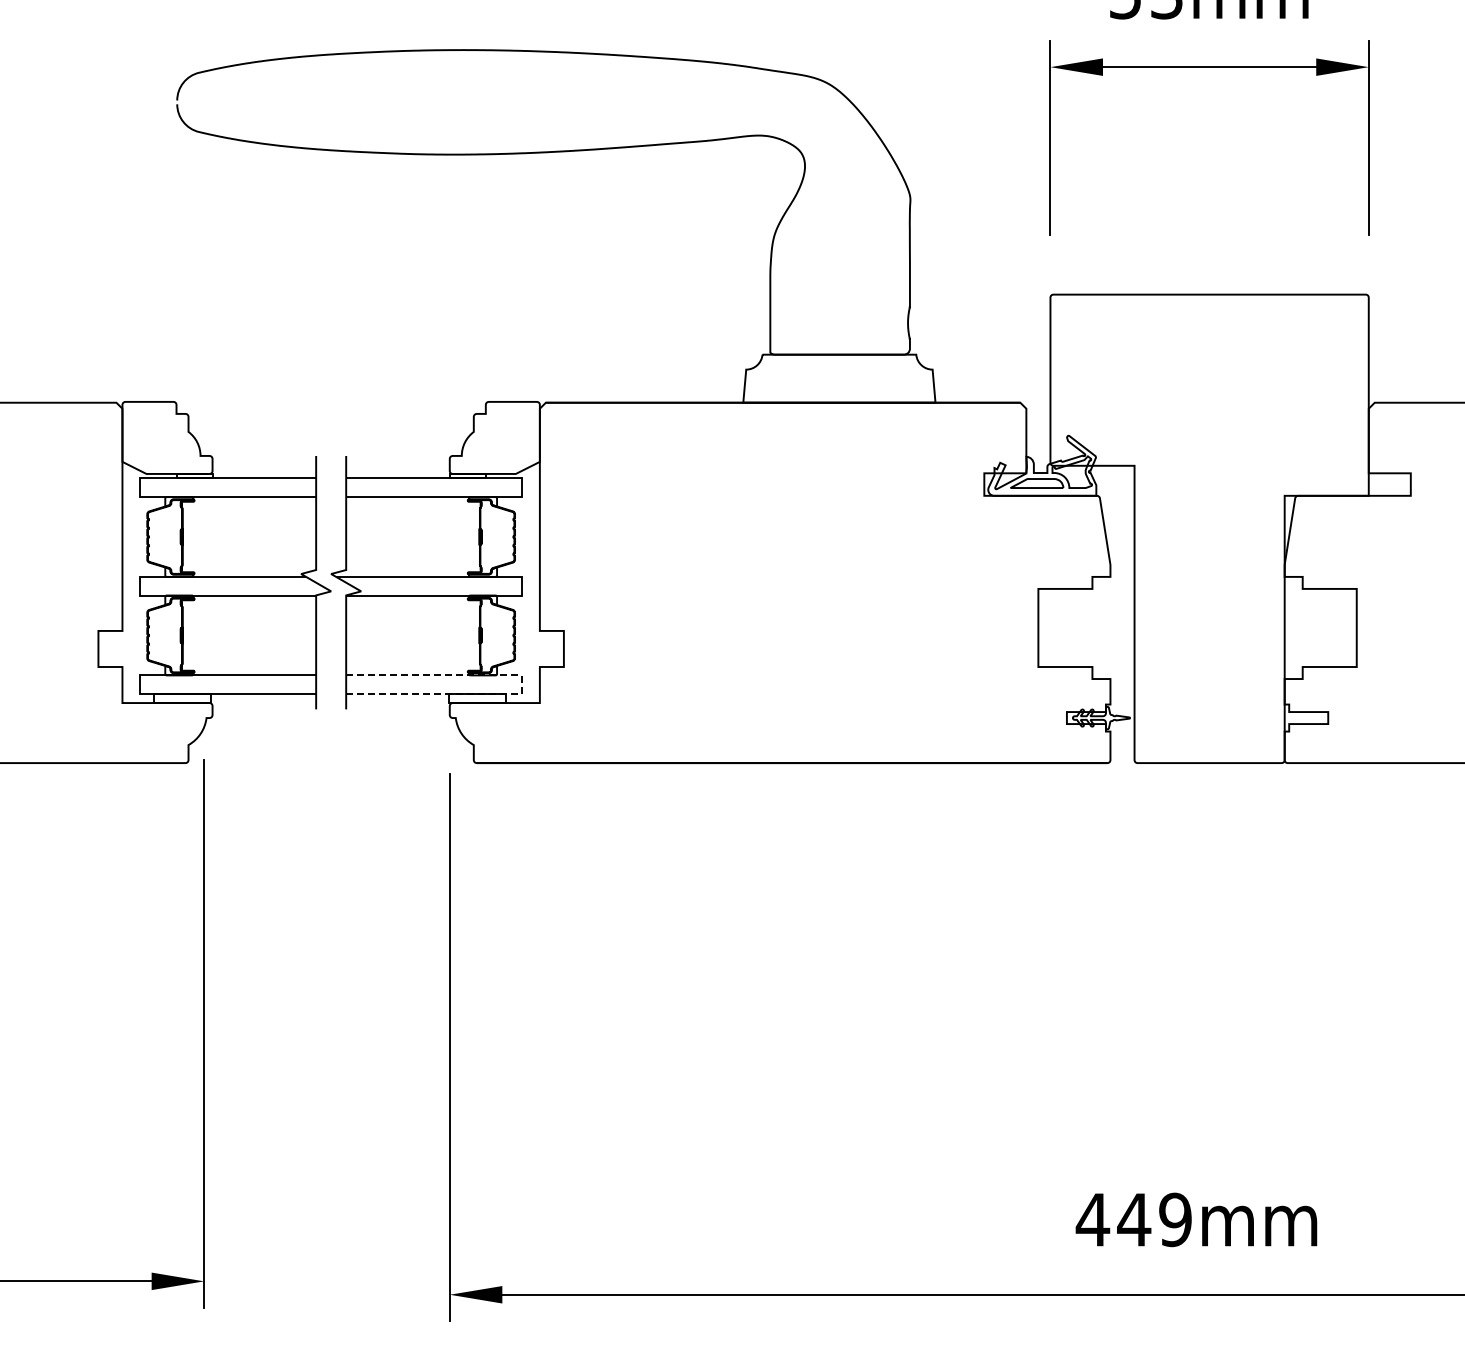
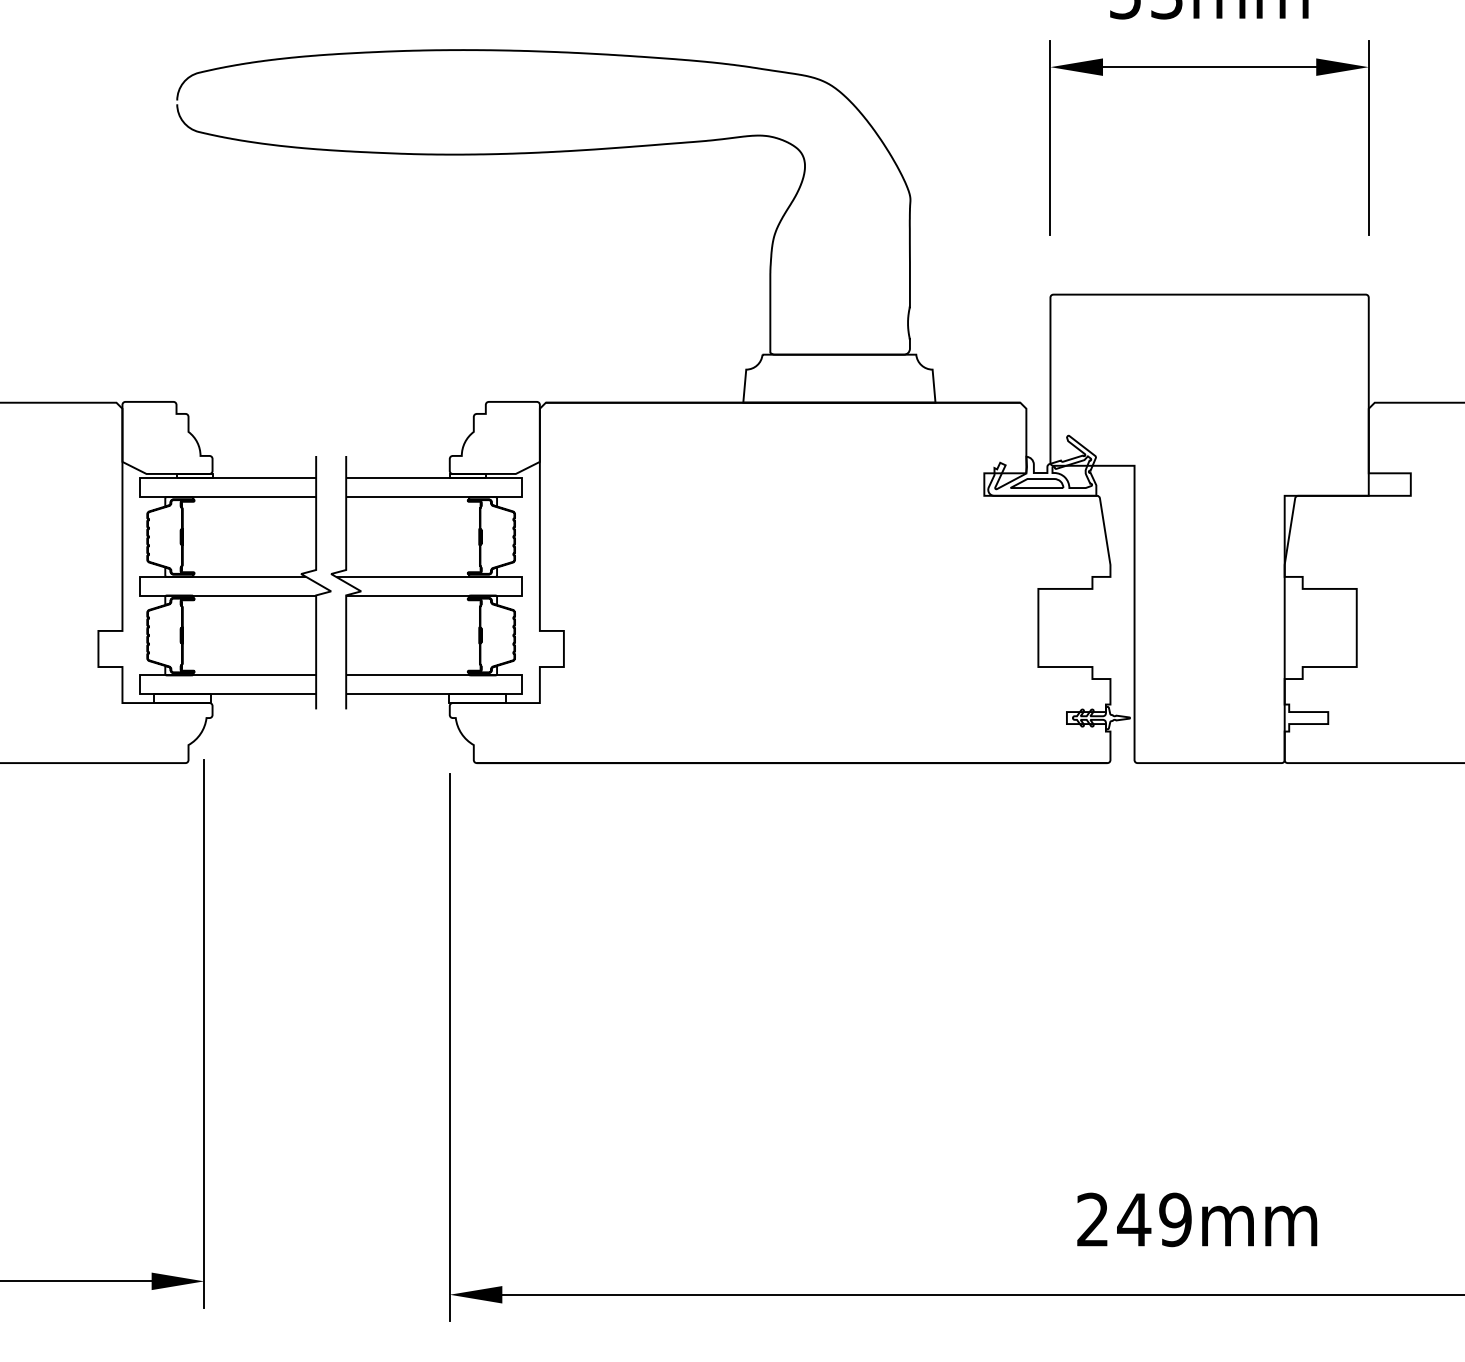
line at (521, 685): dashed -> solid
text at (1092, 1219): 449mm -> 249mm
